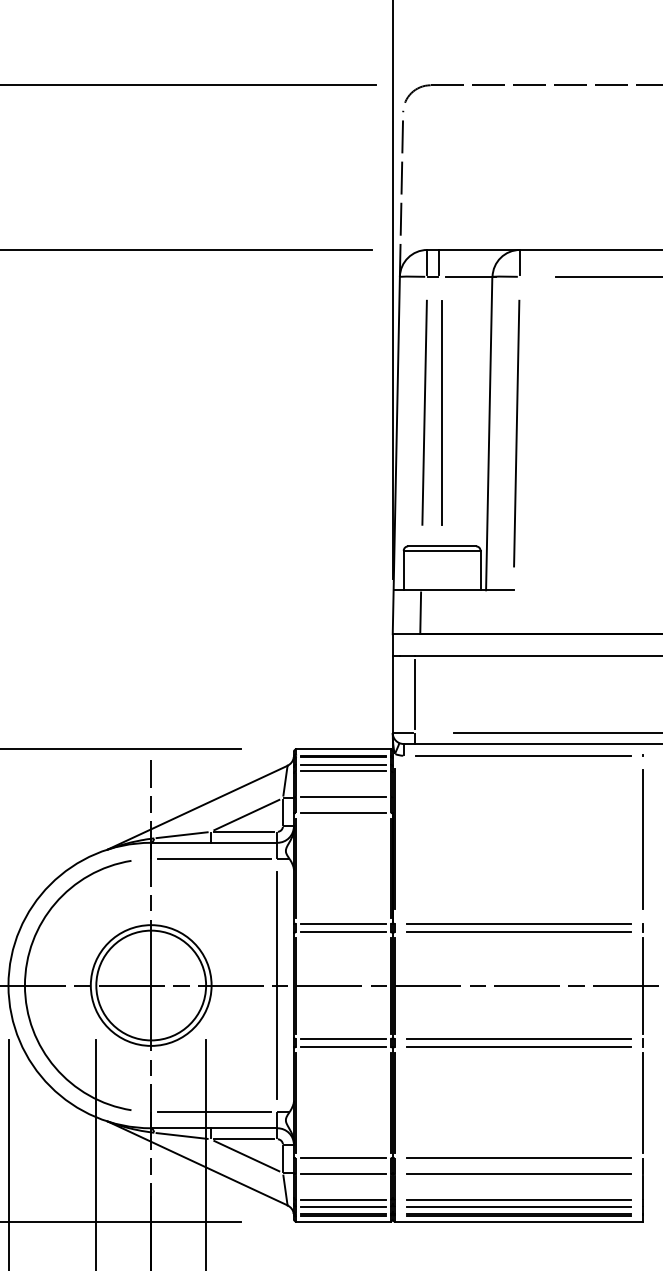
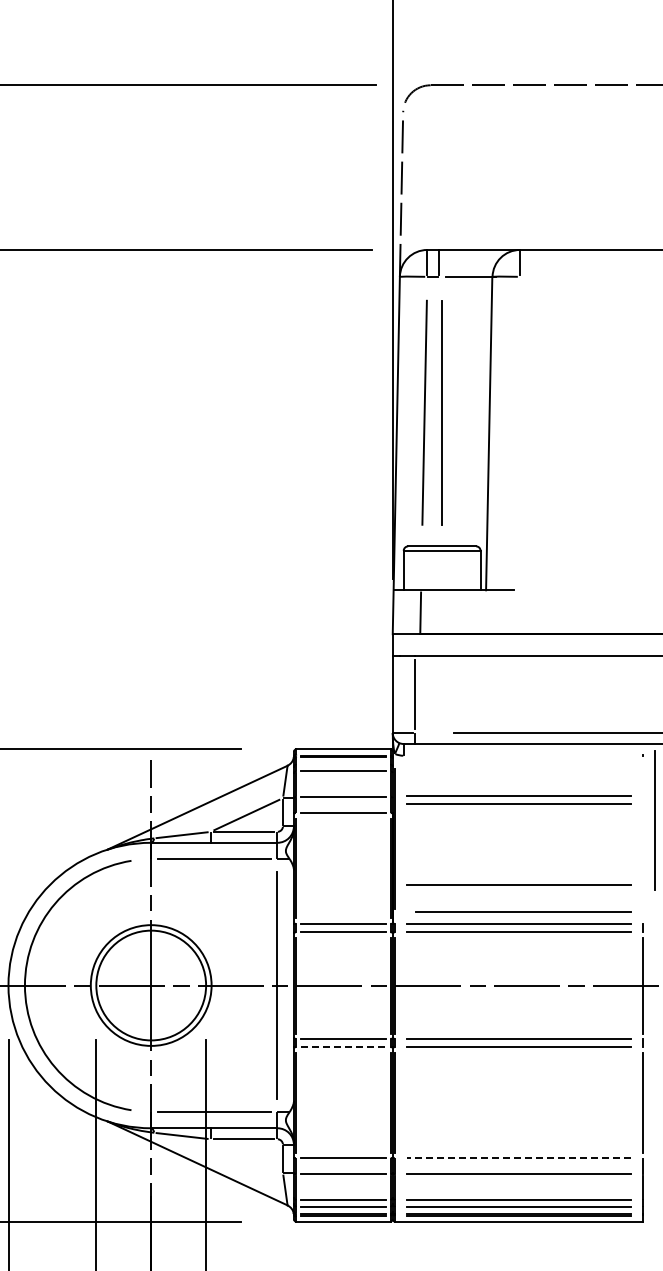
line at (607, 276): present -> none
line at (516, 433): present -> none
line at (523, 755) position: (523, 755) -> (523, 911)
line at (342, 764): present -> none
part at (518, 799): none -> present
line at (642, 839) position: (642, 839) -> (654, 820)
line at (518, 884): none -> present
line at (343, 1047): solid -> dashed
line at (246, 1156): present -> none
line at (519, 1158): solid -> dashed
